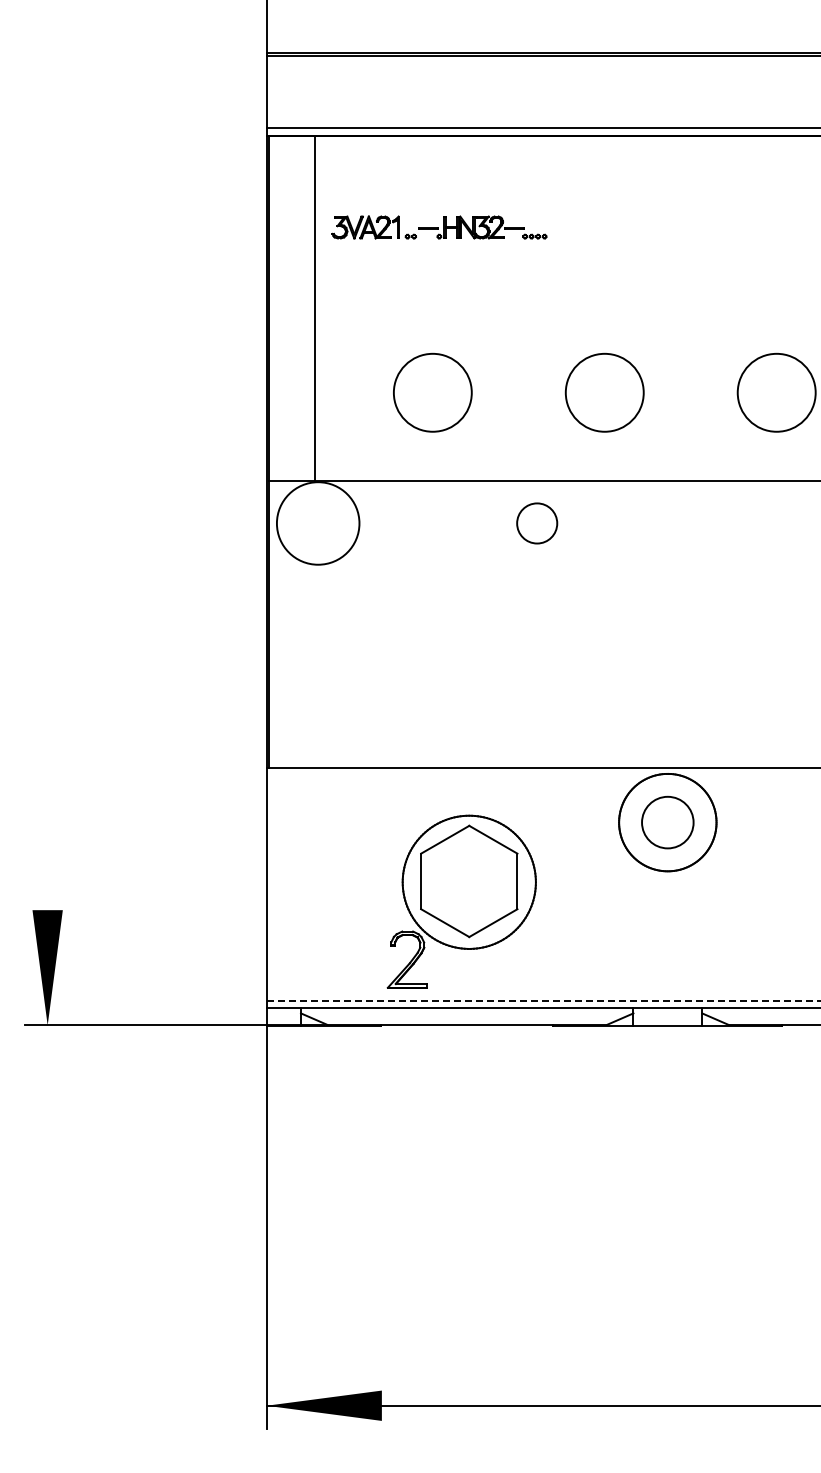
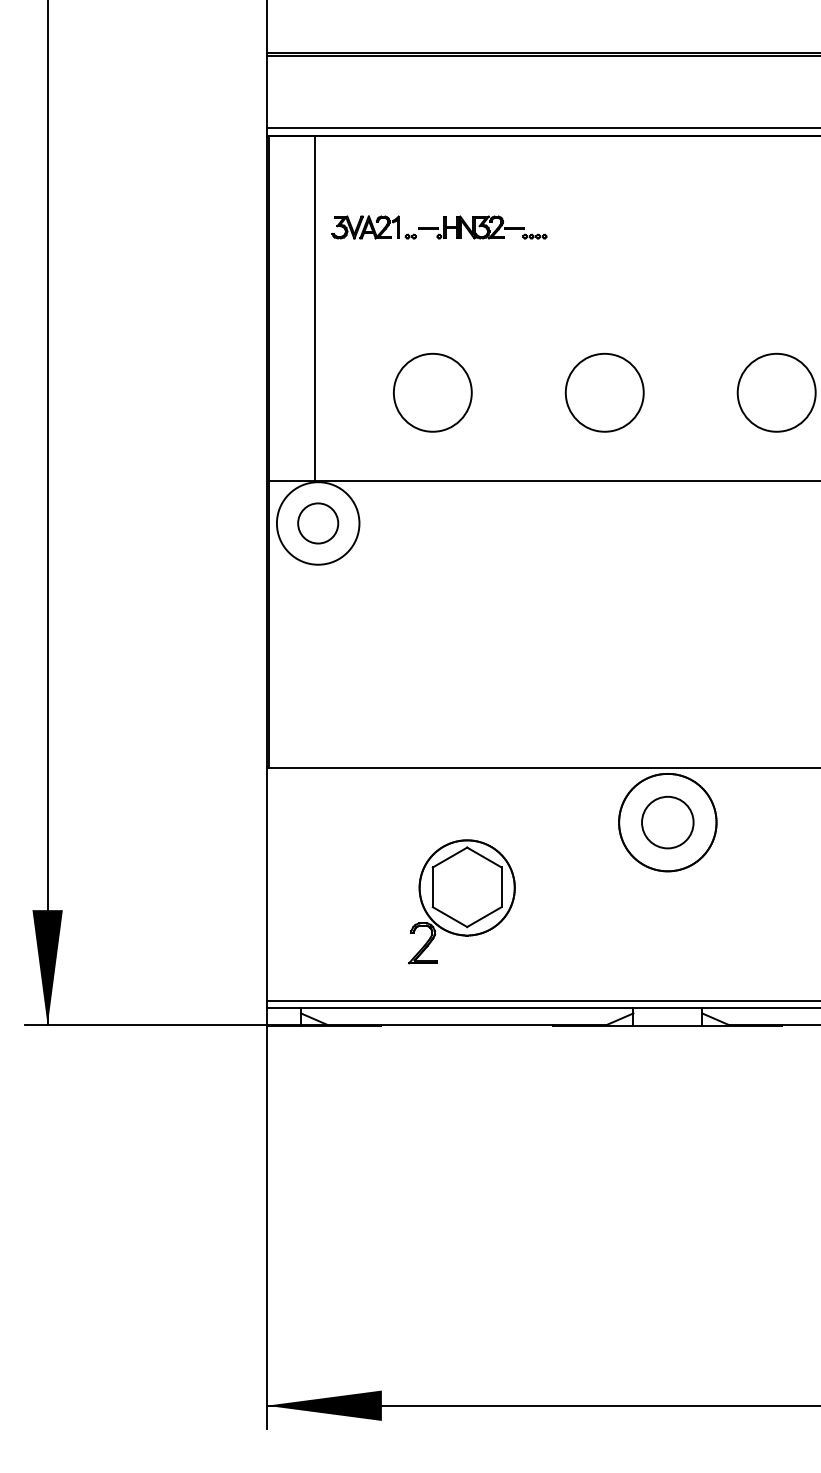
line at (47, 513): none -> present
circle at (537, 523) position: (537, 523) -> (318, 523)
part at (461, 901) size: 151x175 px -> 108x126 px
line at (543, 1000): dashed -> solid
